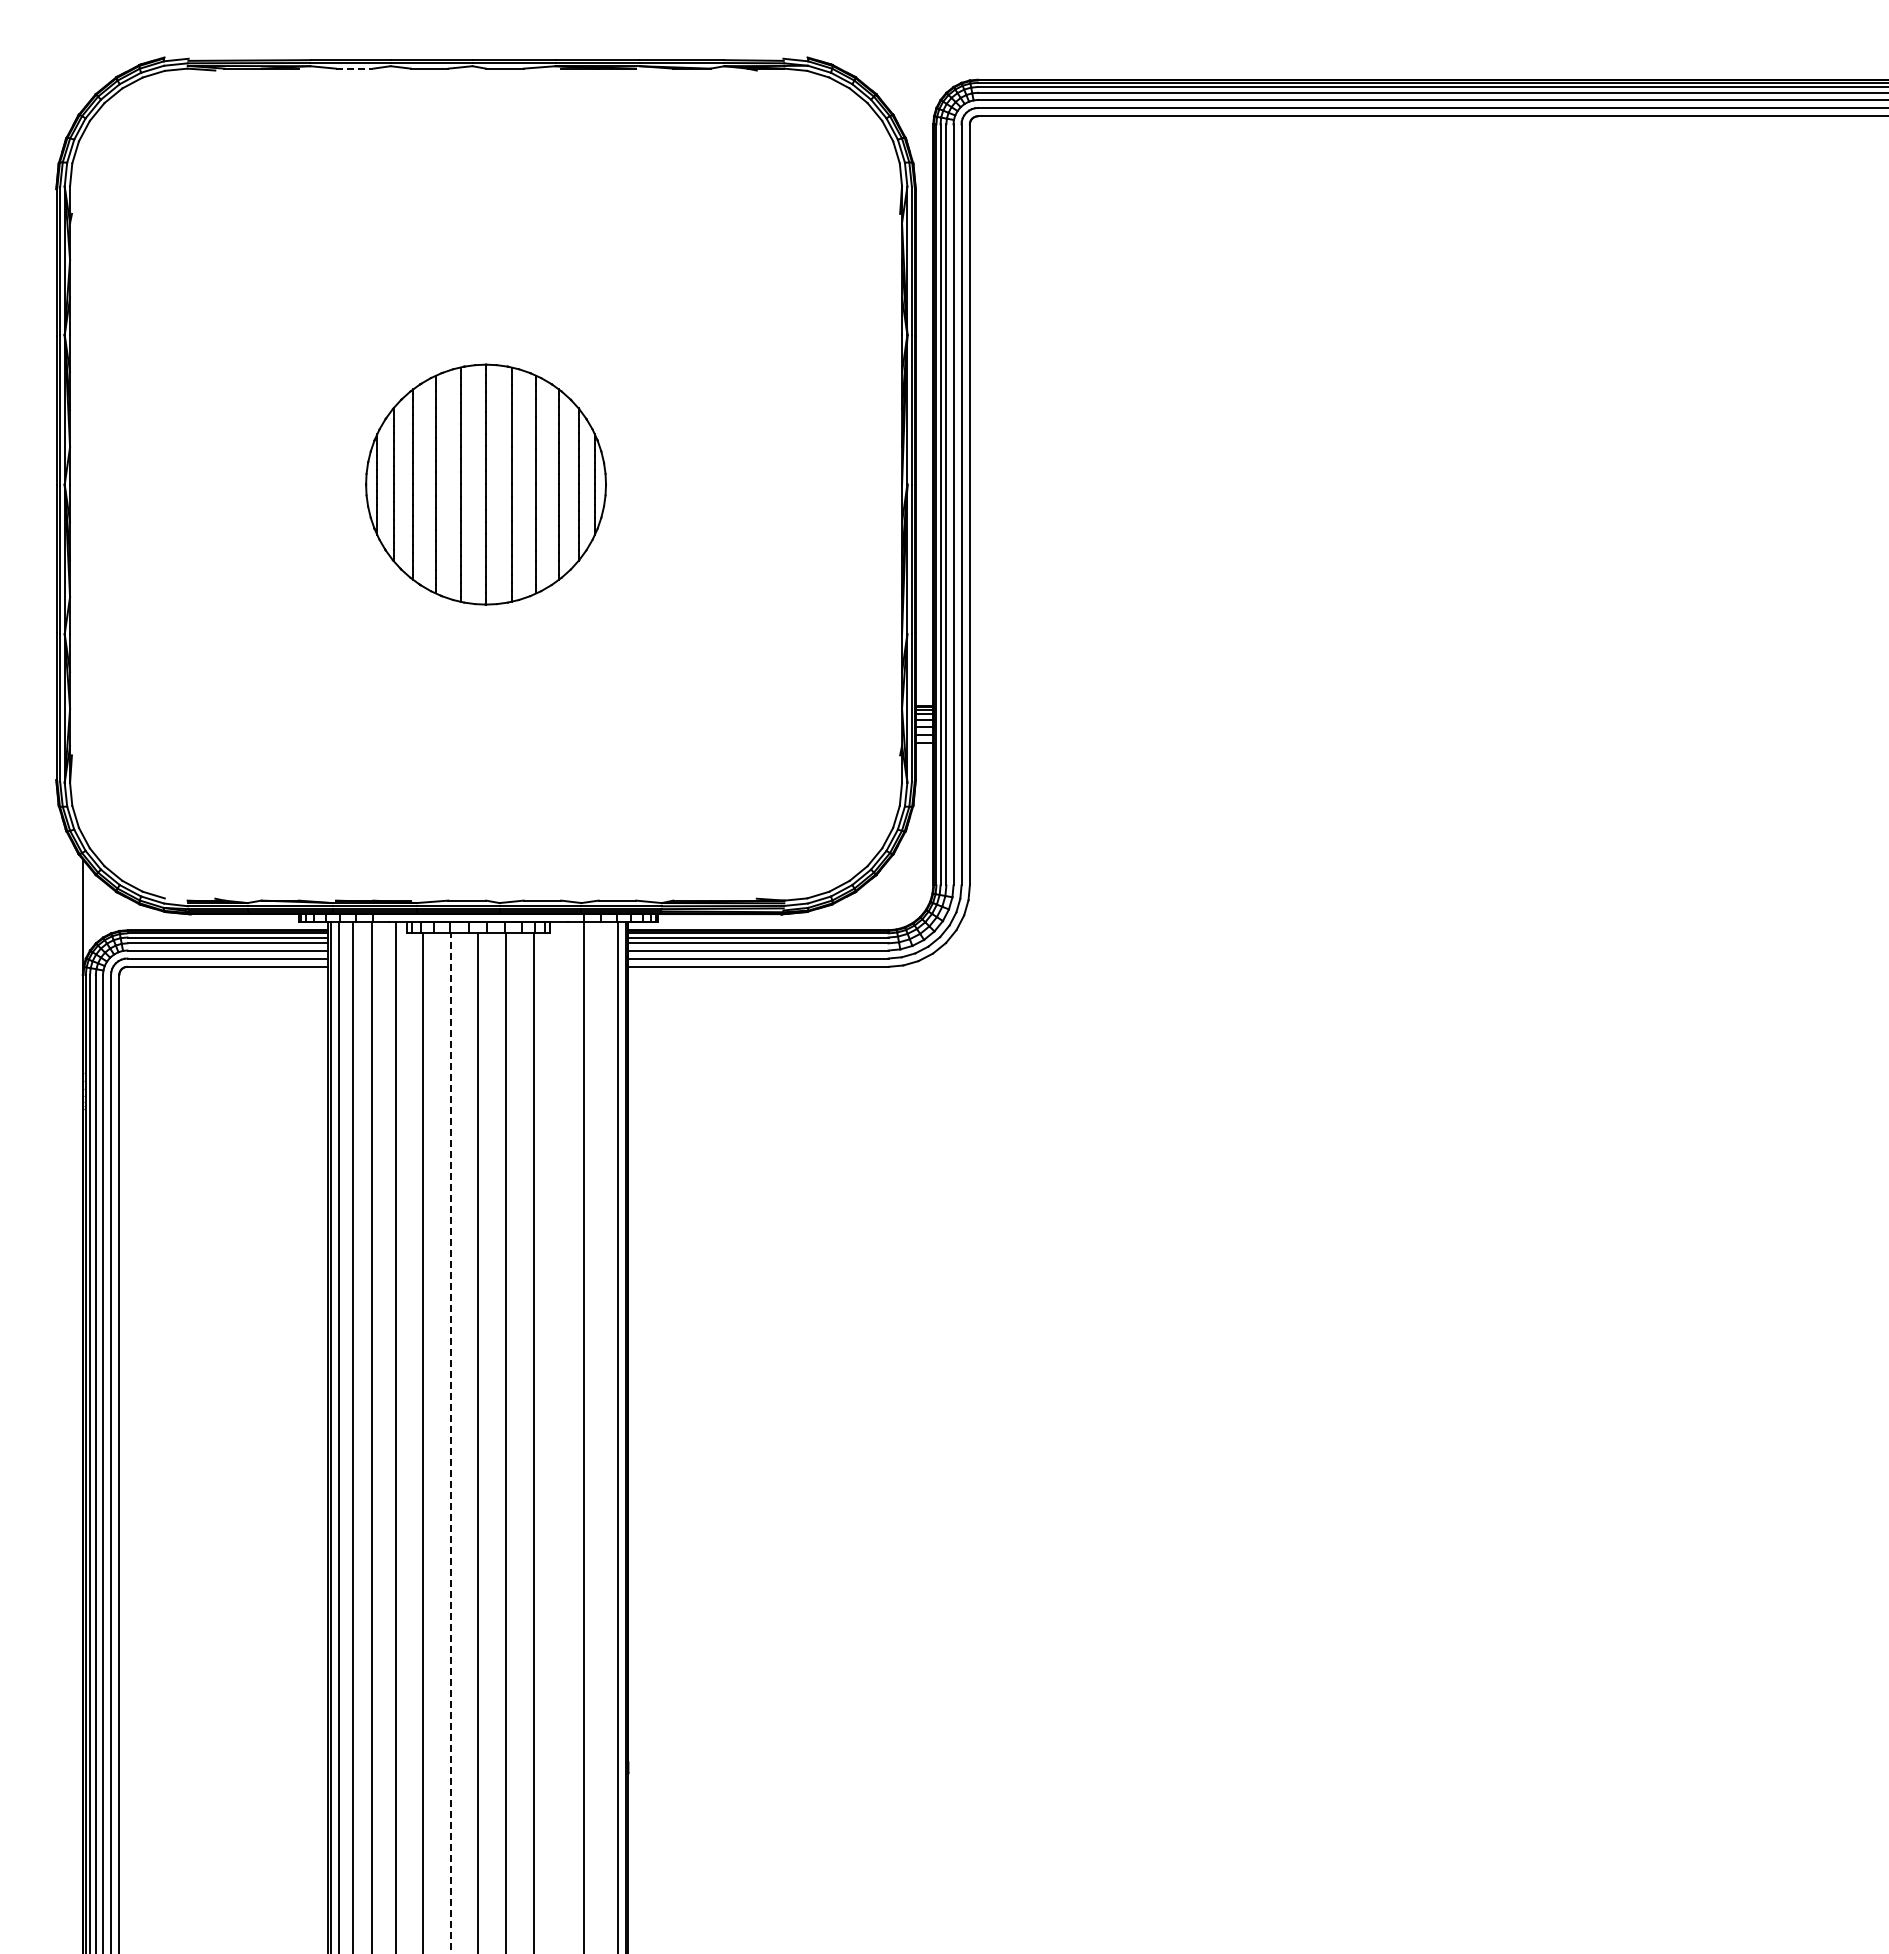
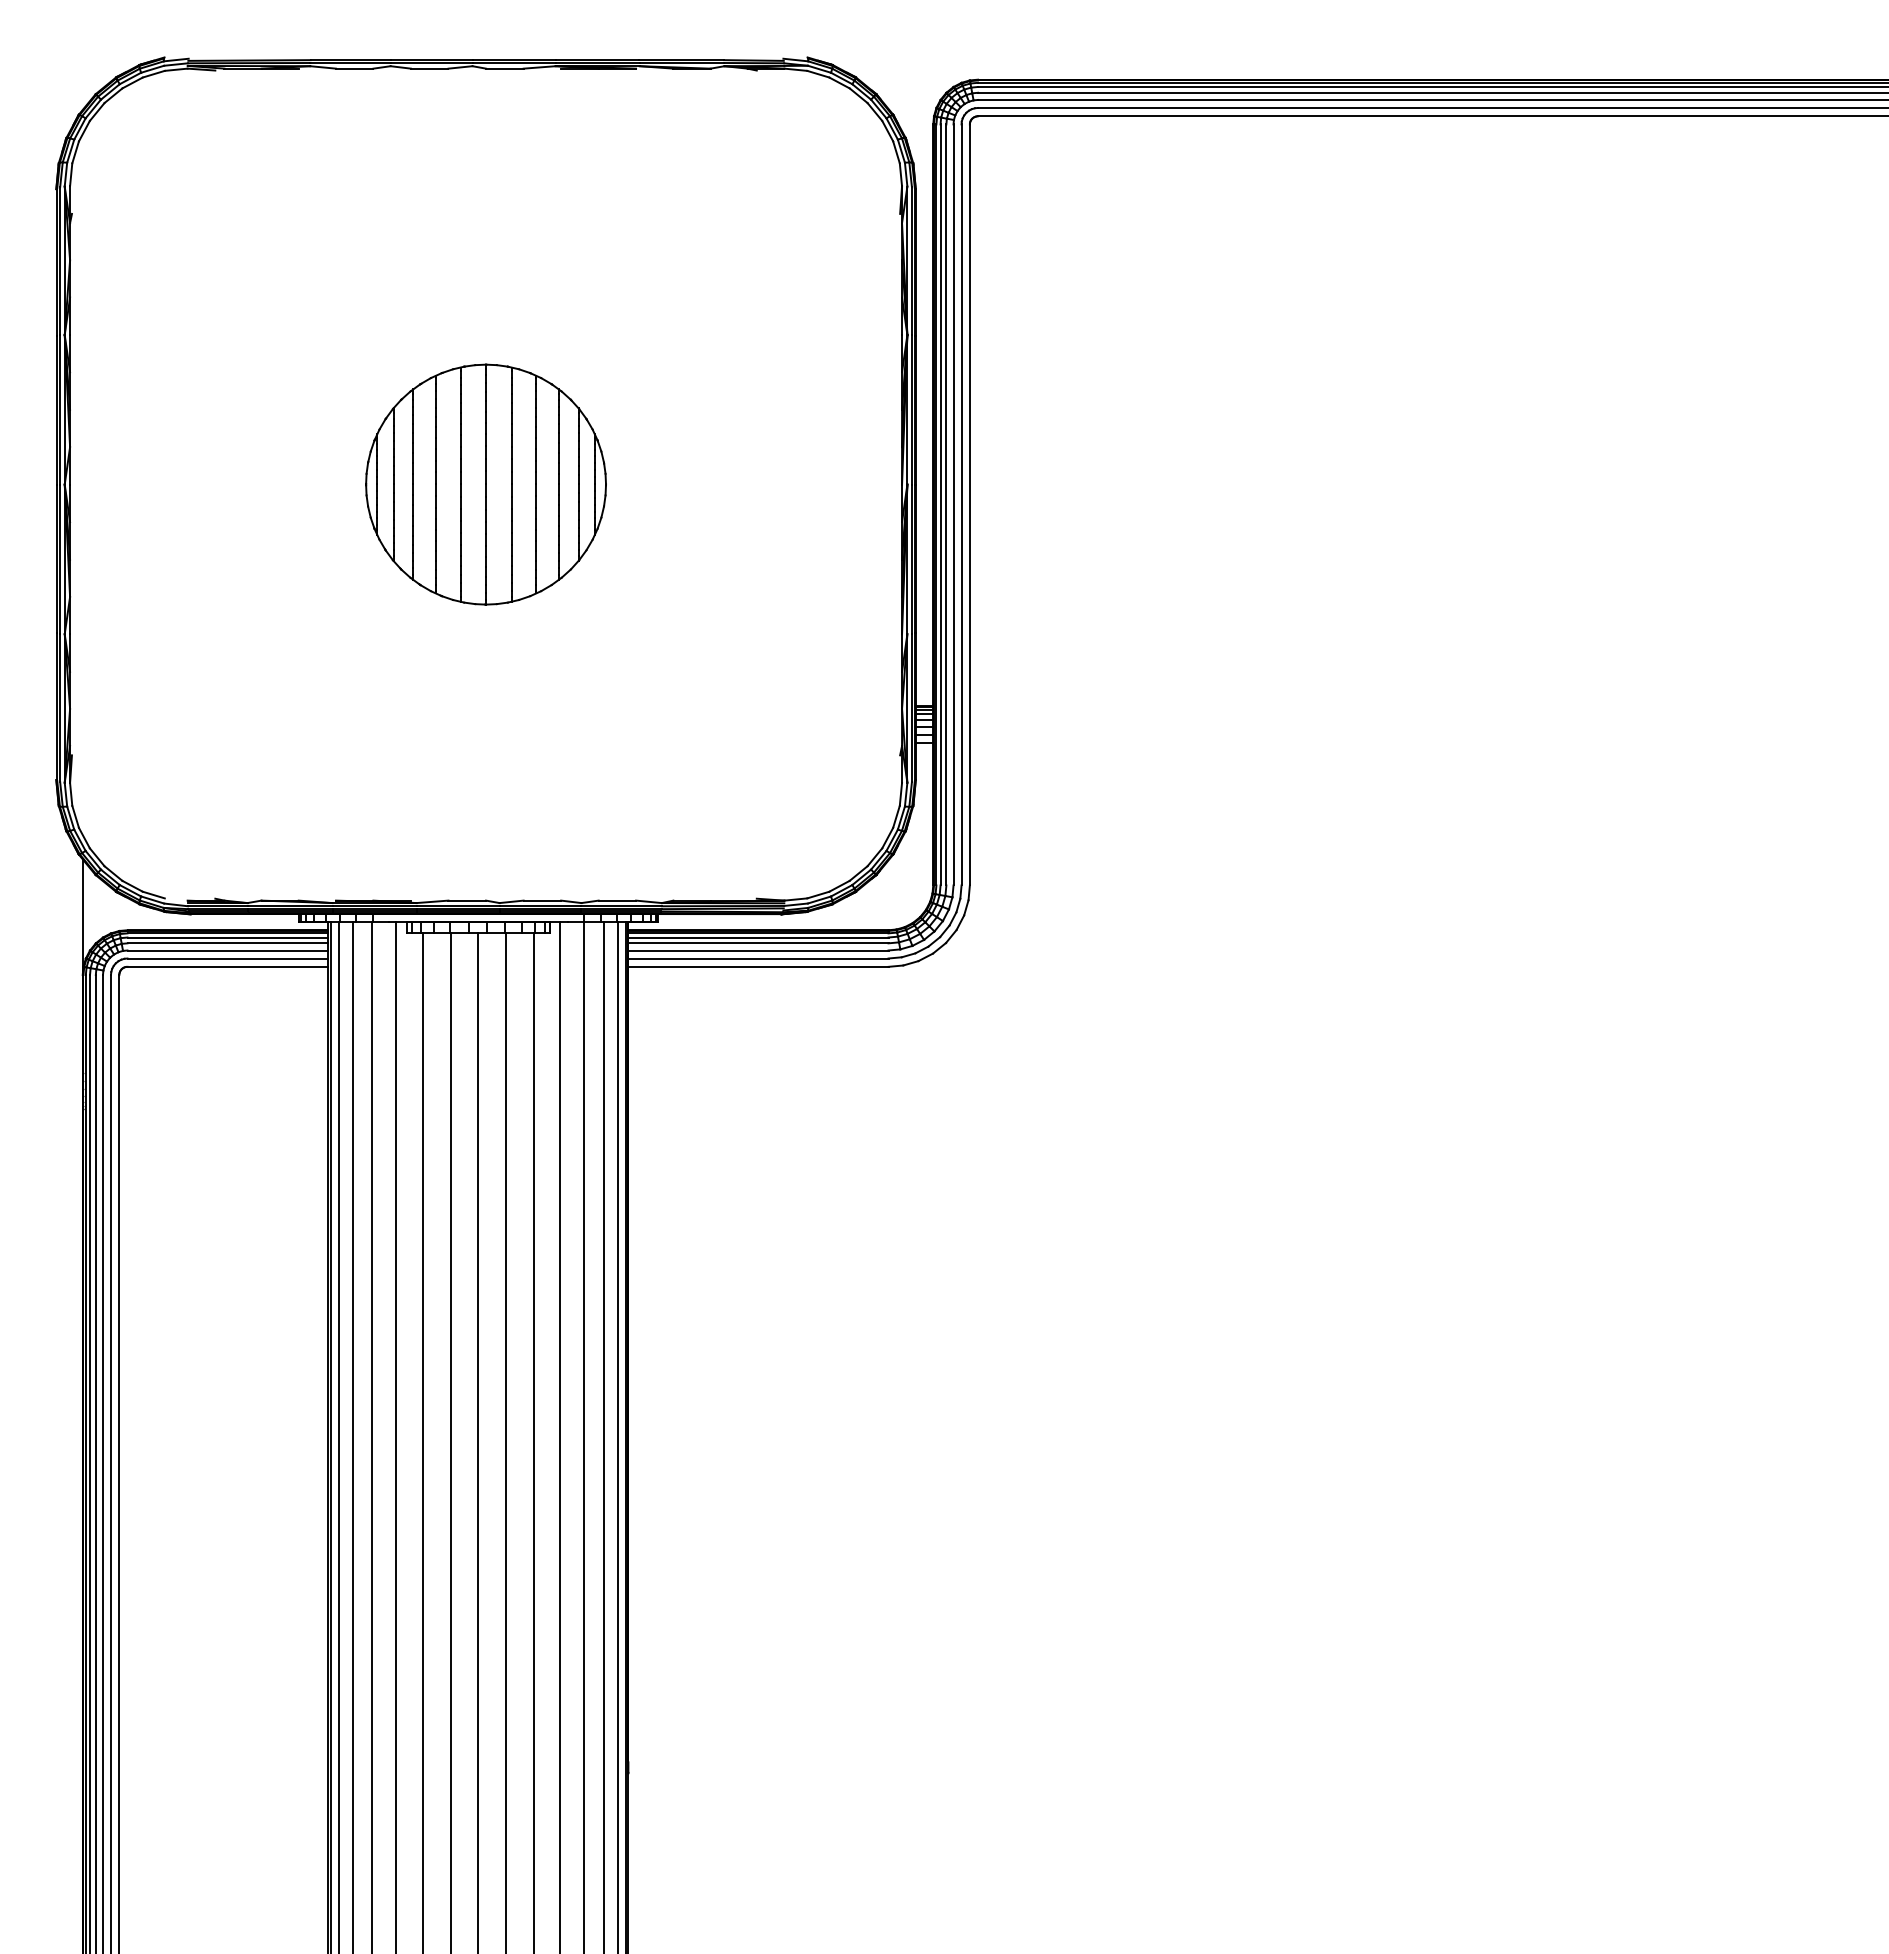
line at (354, 68): dashed -> solid
line at (560, 1435): none -> present
line at (603, 1435): none -> present
line at (451, 1443): dashed -> solid
